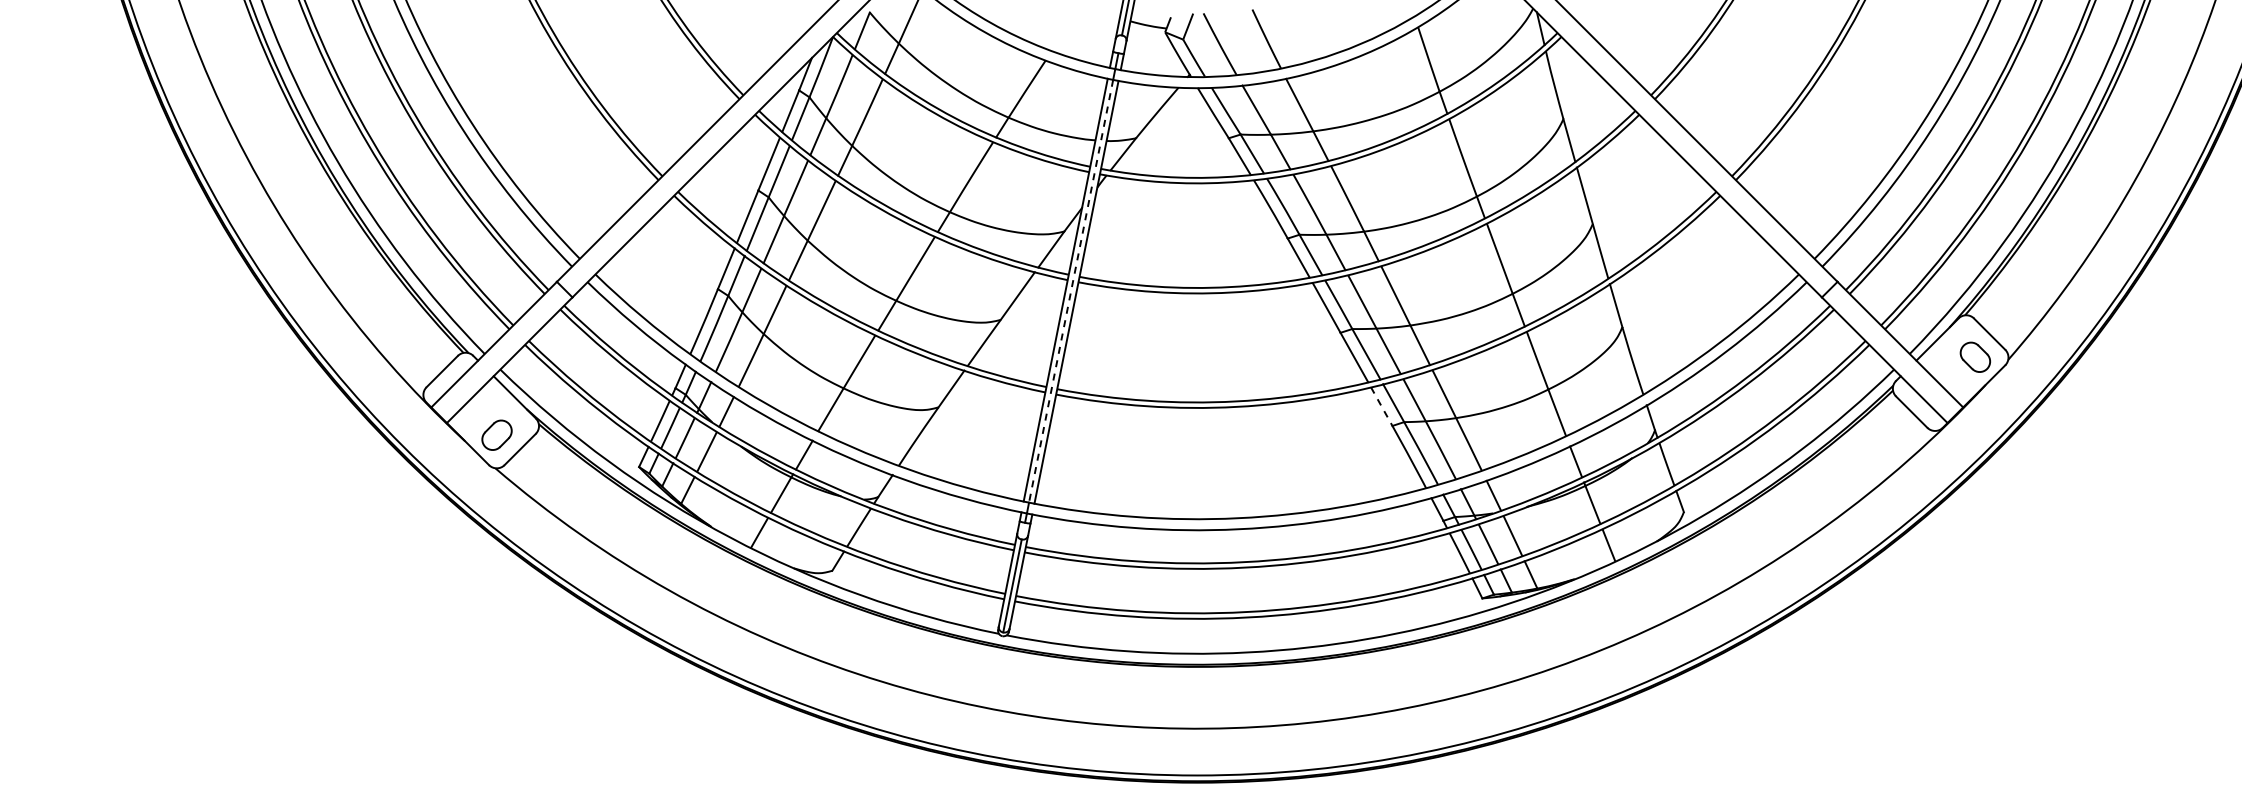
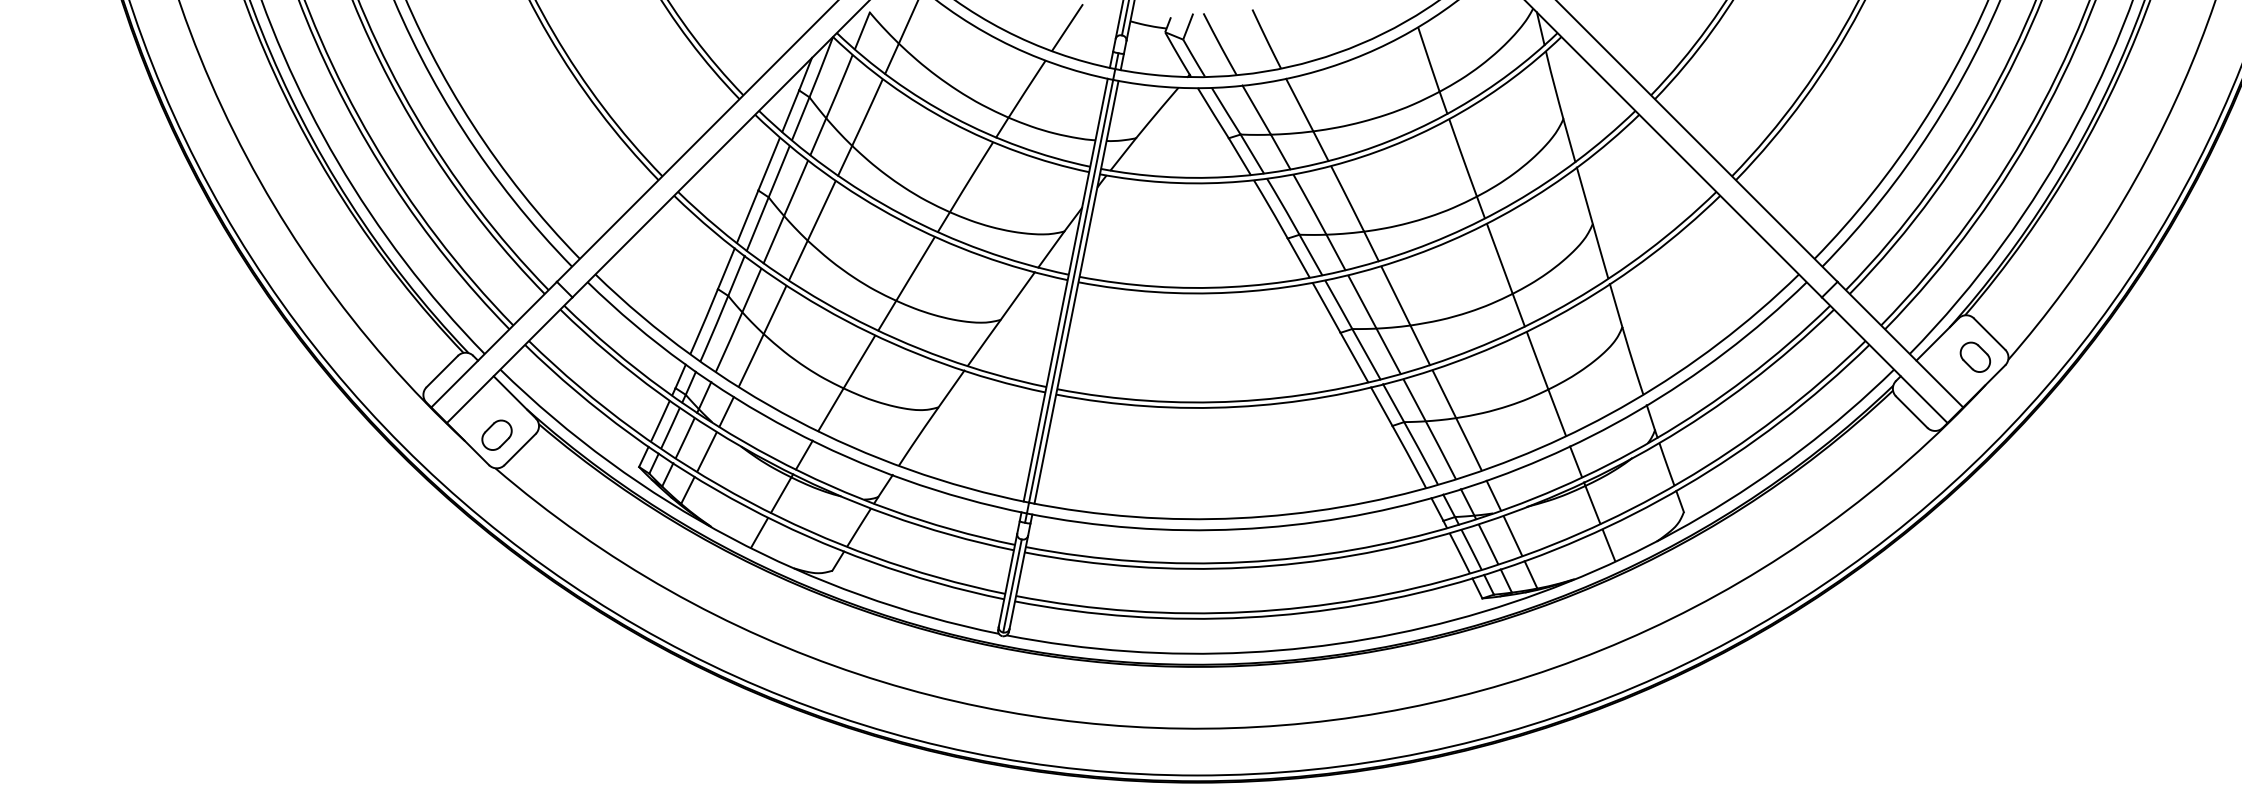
line at (1067, 27): none -> present
line at (1071, 291): dashed -> solid
line at (1381, 407): dashed -> solid
